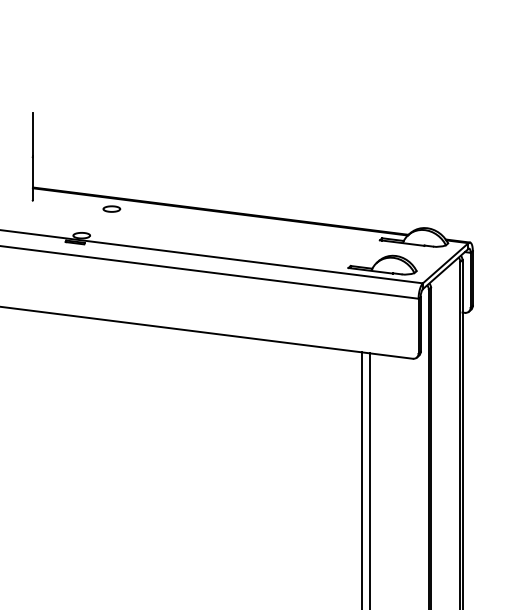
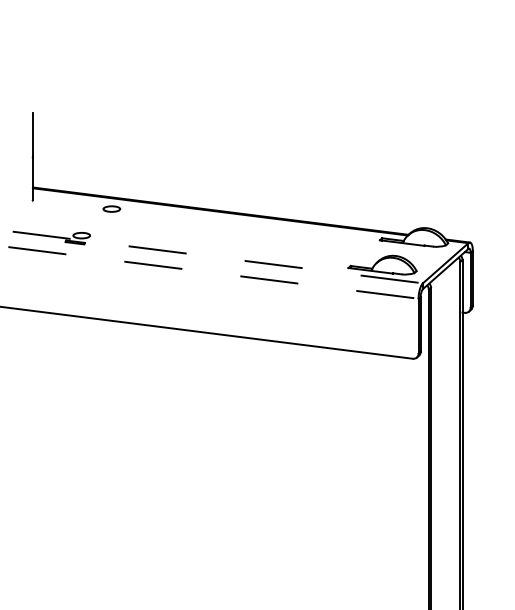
line at (211, 256): solid -> dashed
line at (210, 272): solid -> dashed
line at (362, 479): present -> none
line at (370, 479): present -> none
